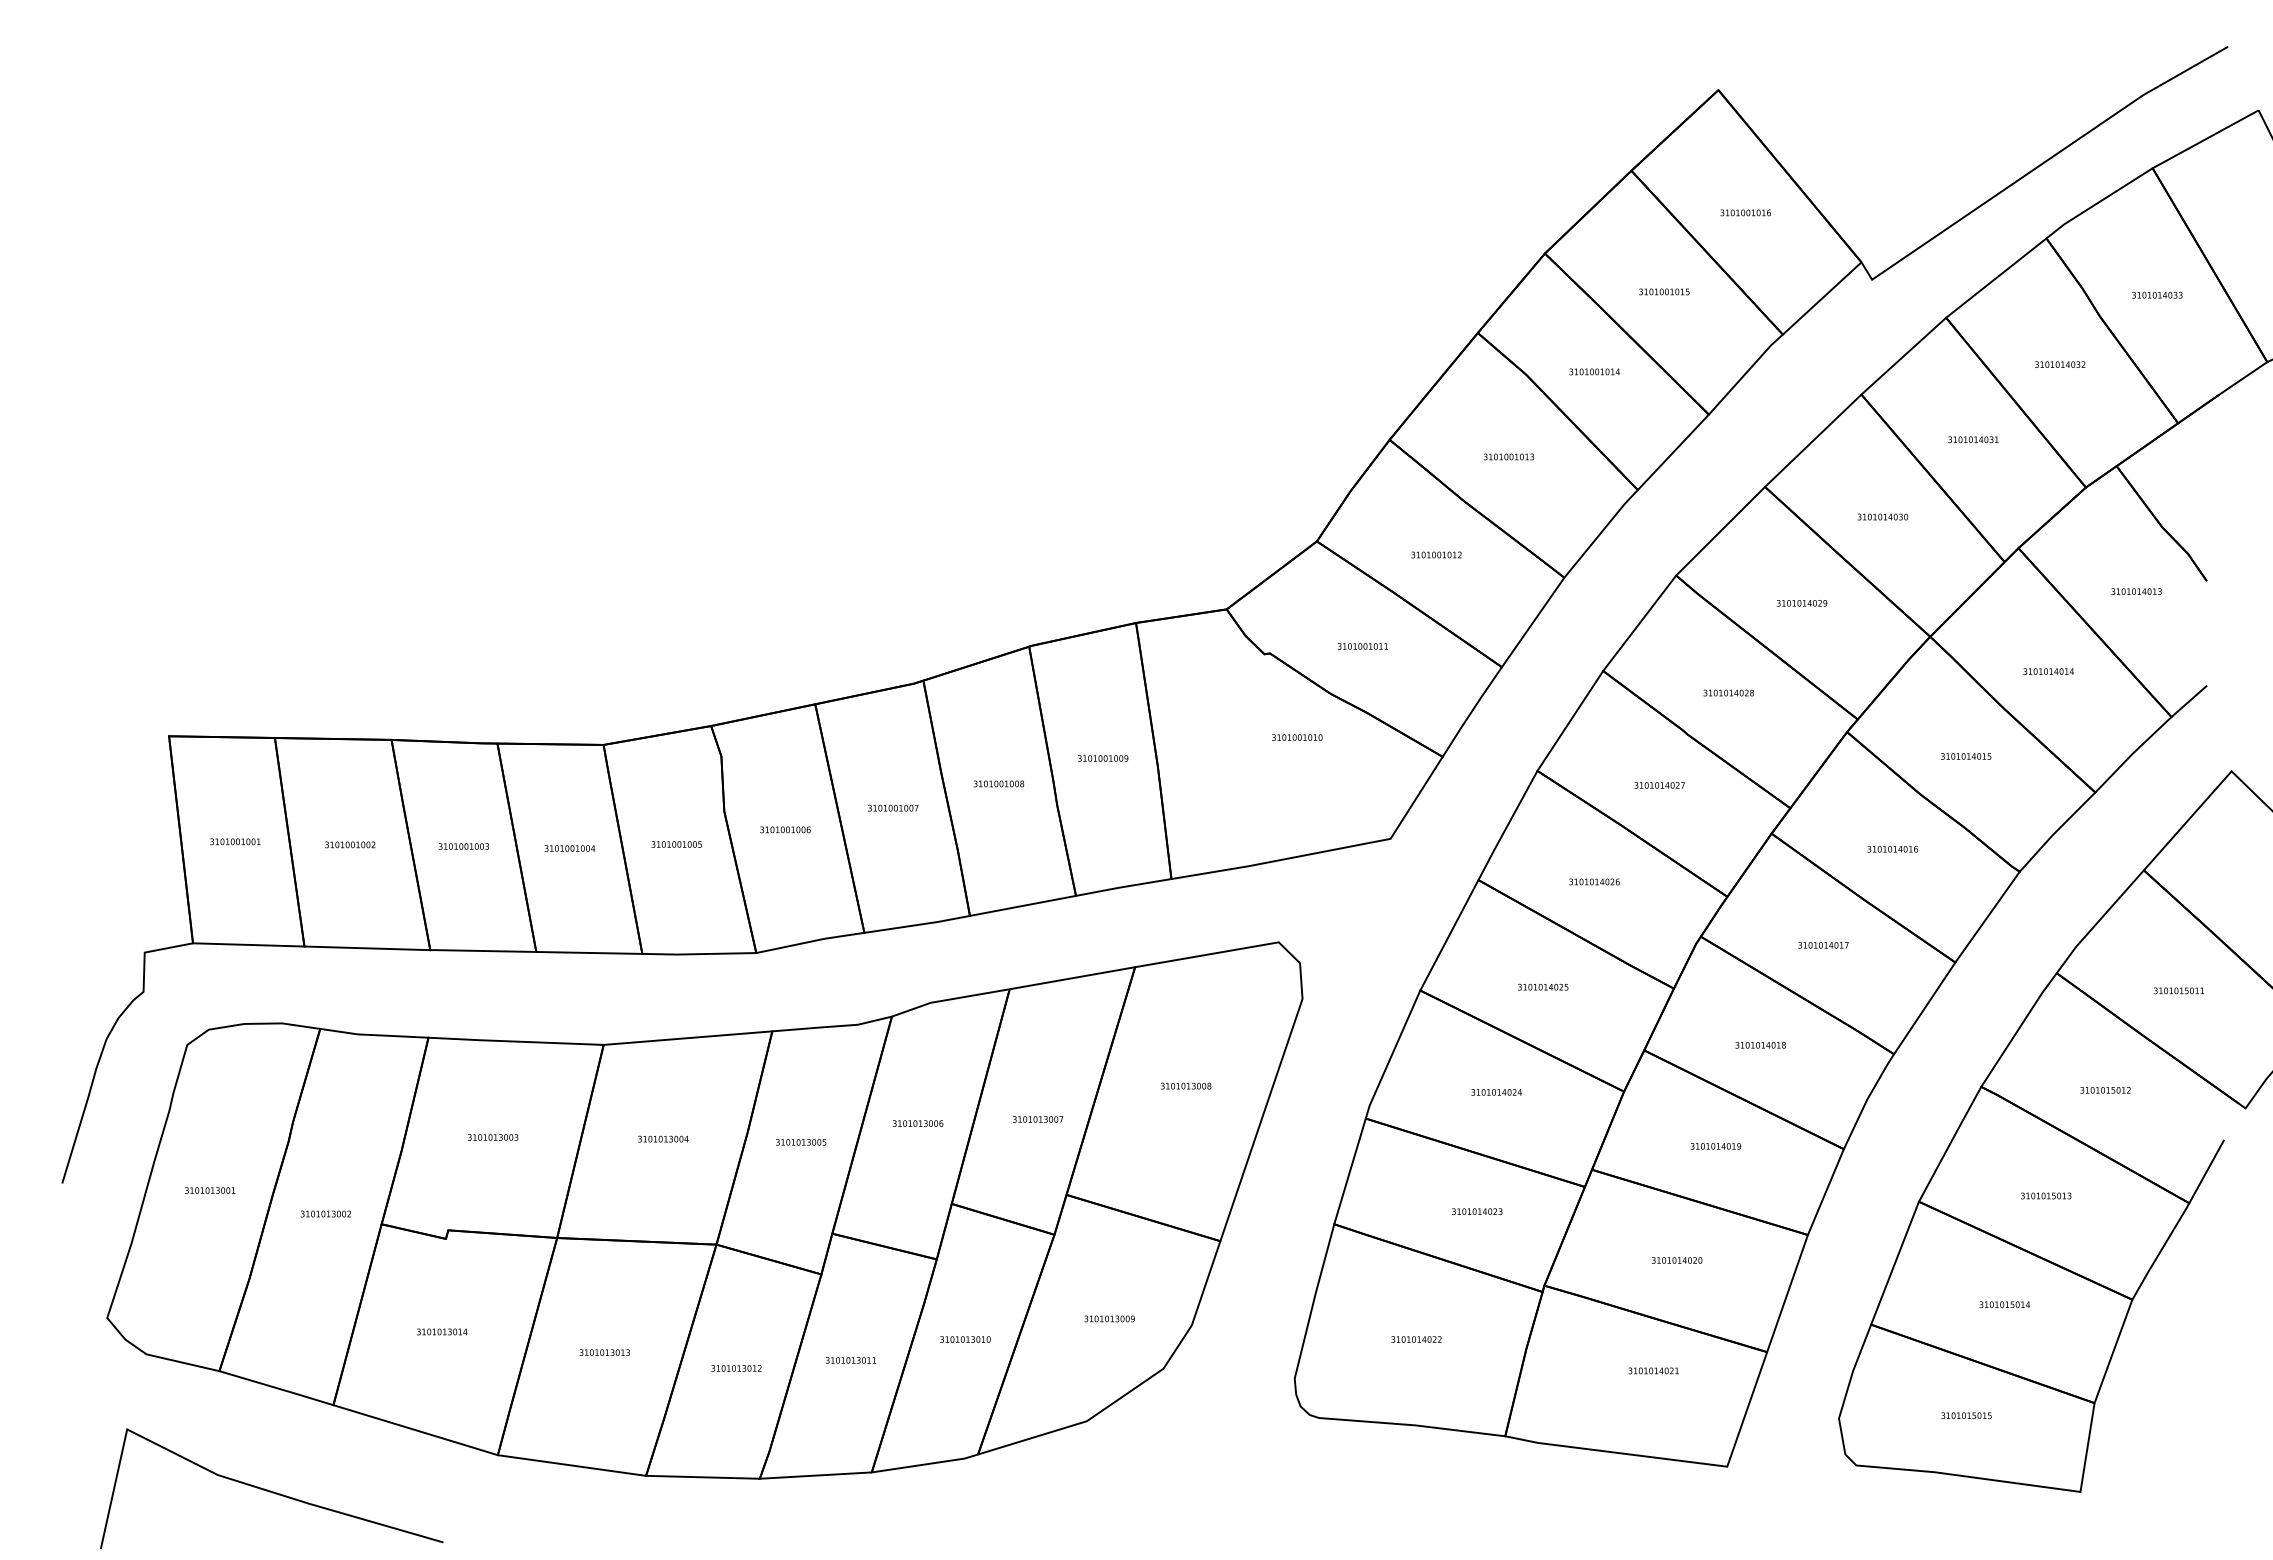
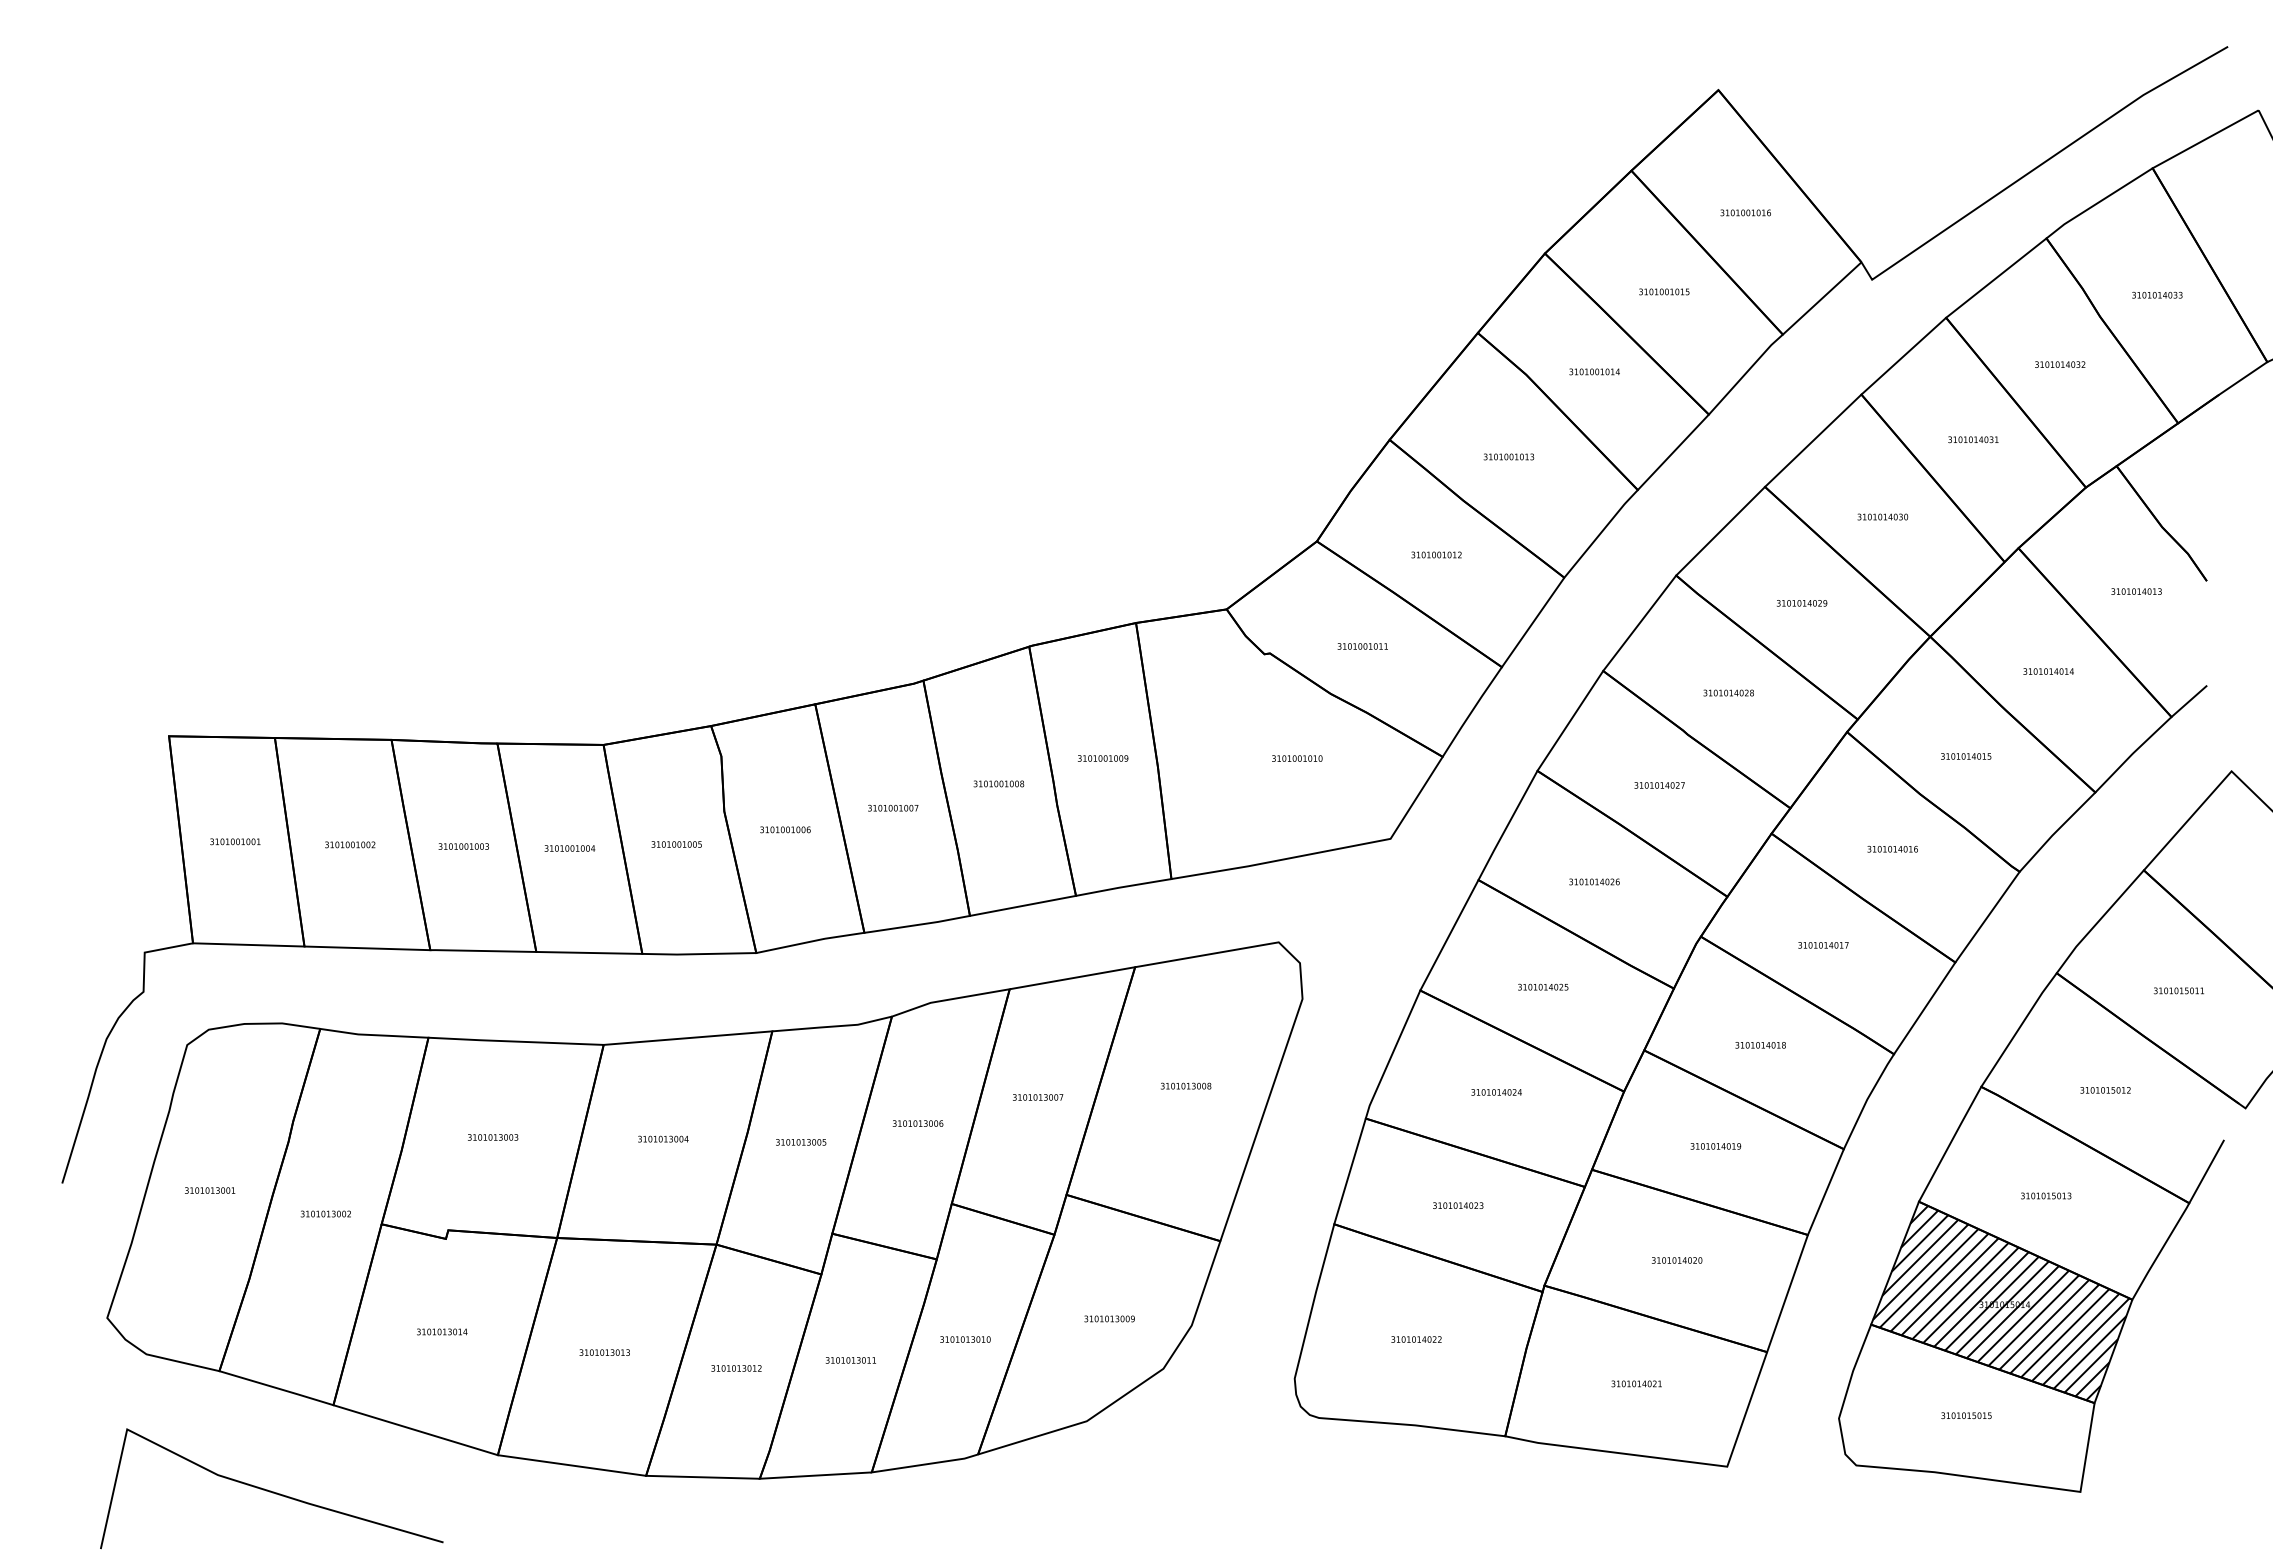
text at (1297, 737) position: (1297, 737) -> (1297, 758)
text at (1038, 1119) position: (1038, 1119) -> (1038, 1097)
text at (1477, 1211) position: (1477, 1211) -> (1458, 1205)
hatch at (2001, 1302): none -> present
text at (1653, 1370) position: (1653, 1370) -> (1636, 1383)
